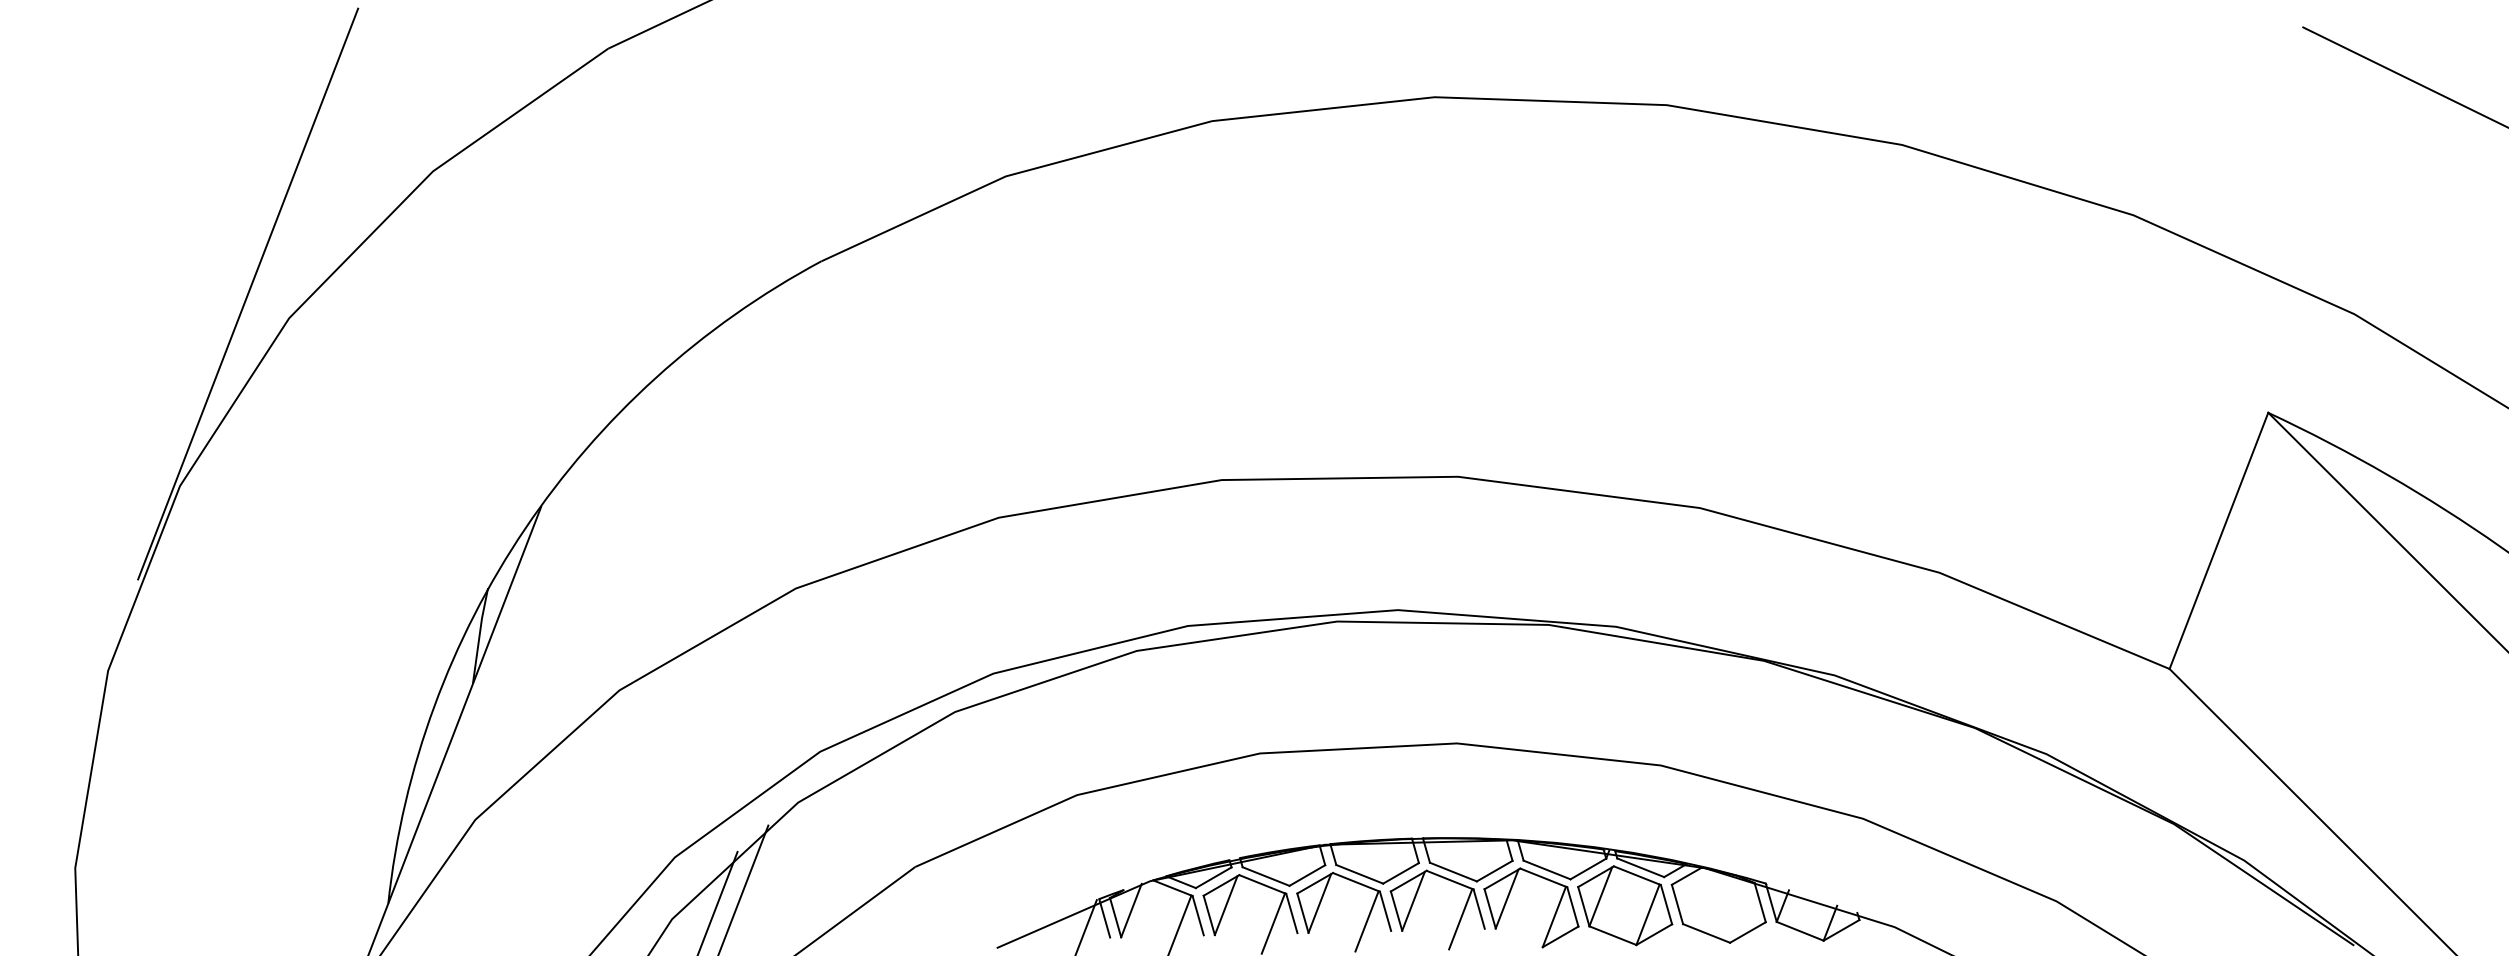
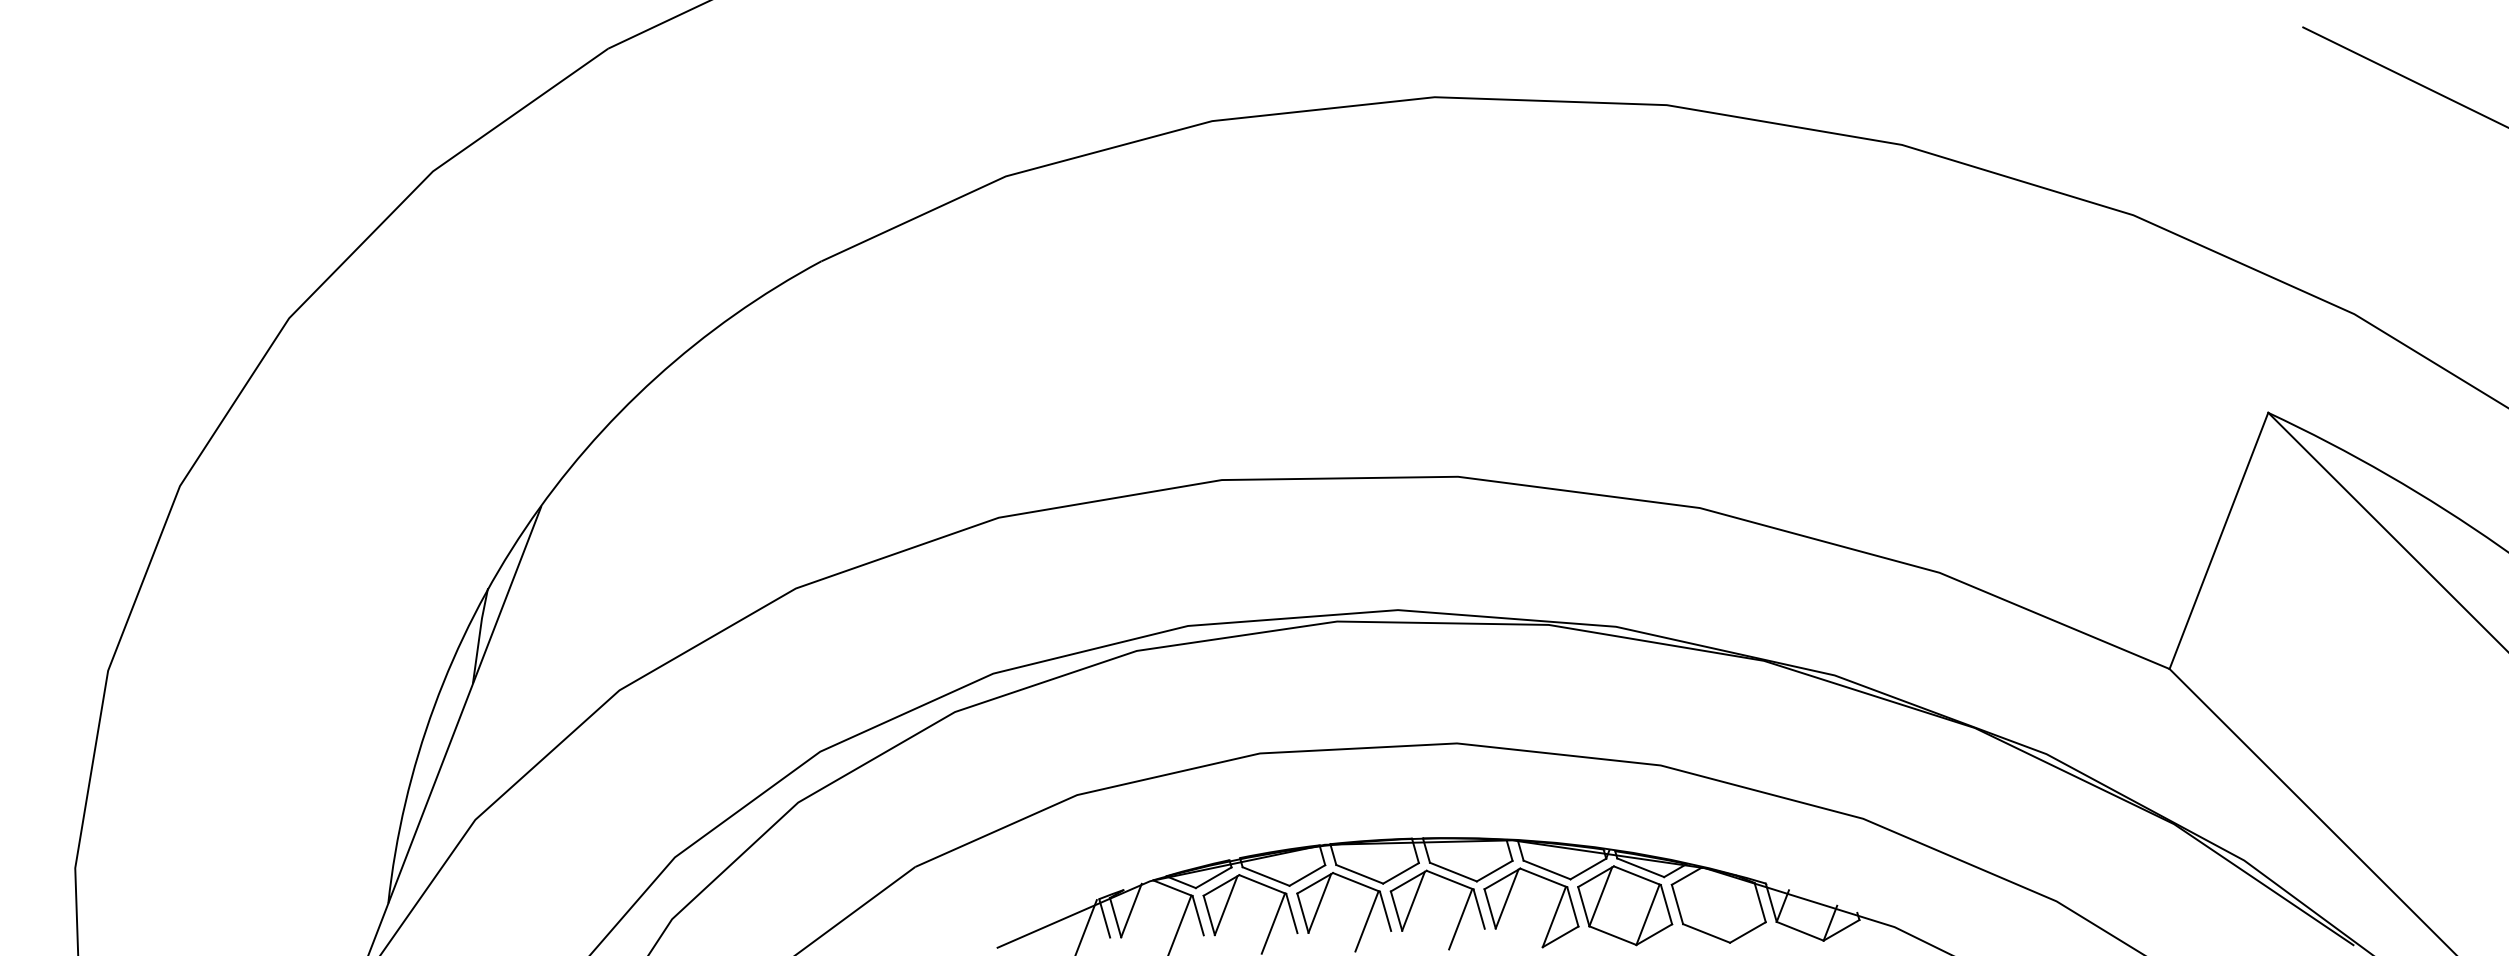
line at (248, 293): present -> none
line at (743, 888): present -> none
line at (718, 901): present -> none
